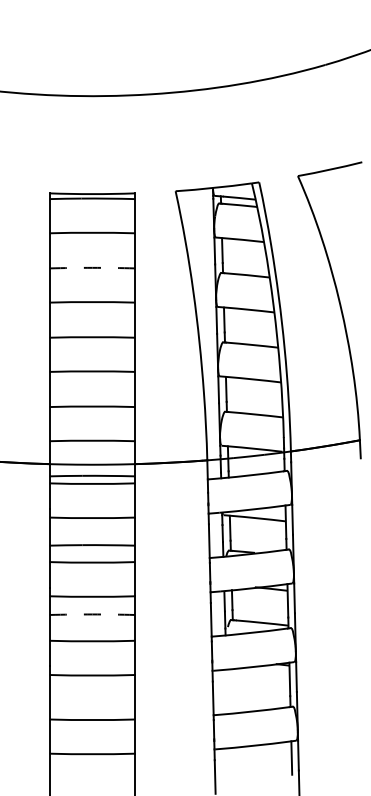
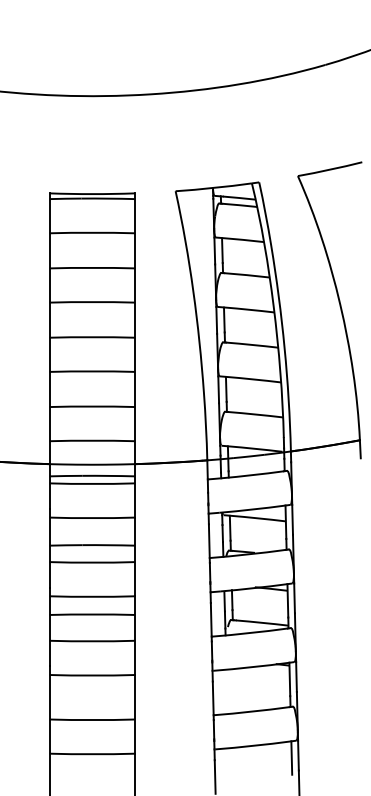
arc at (92, 267): dashed -> solid
arc at (92, 614): dashed -> solid
